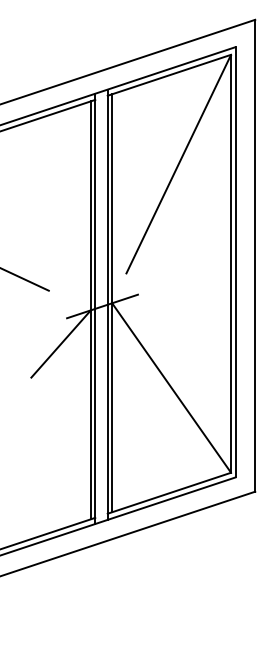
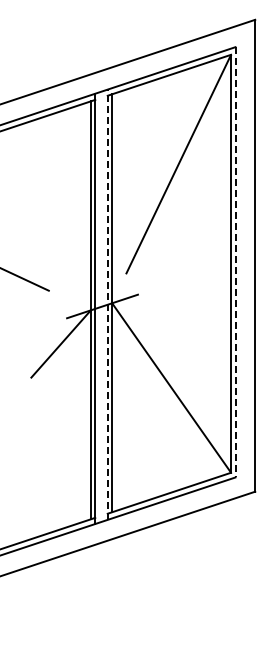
line at (235, 262): solid -> dashed
line at (107, 304): solid -> dashed
